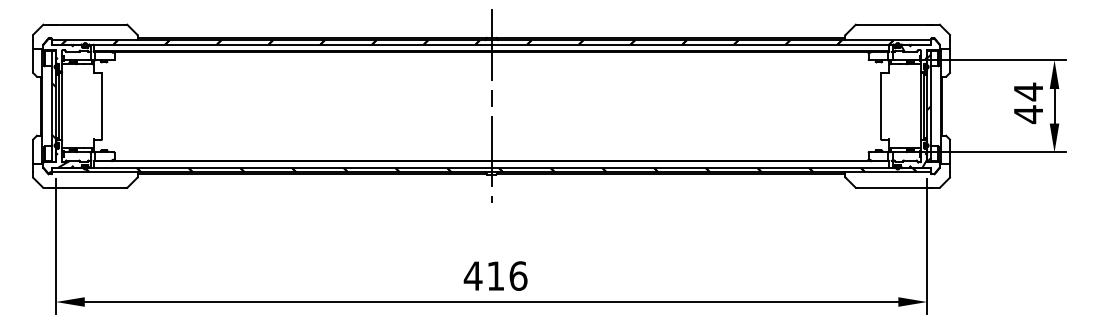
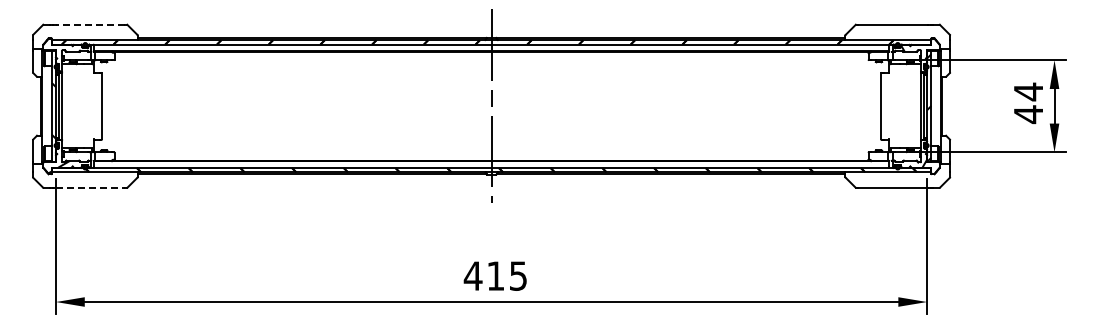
line at (90, 24): solid -> dashed
line at (90, 187): solid -> dashed
text at (518, 275): 416 -> 415
